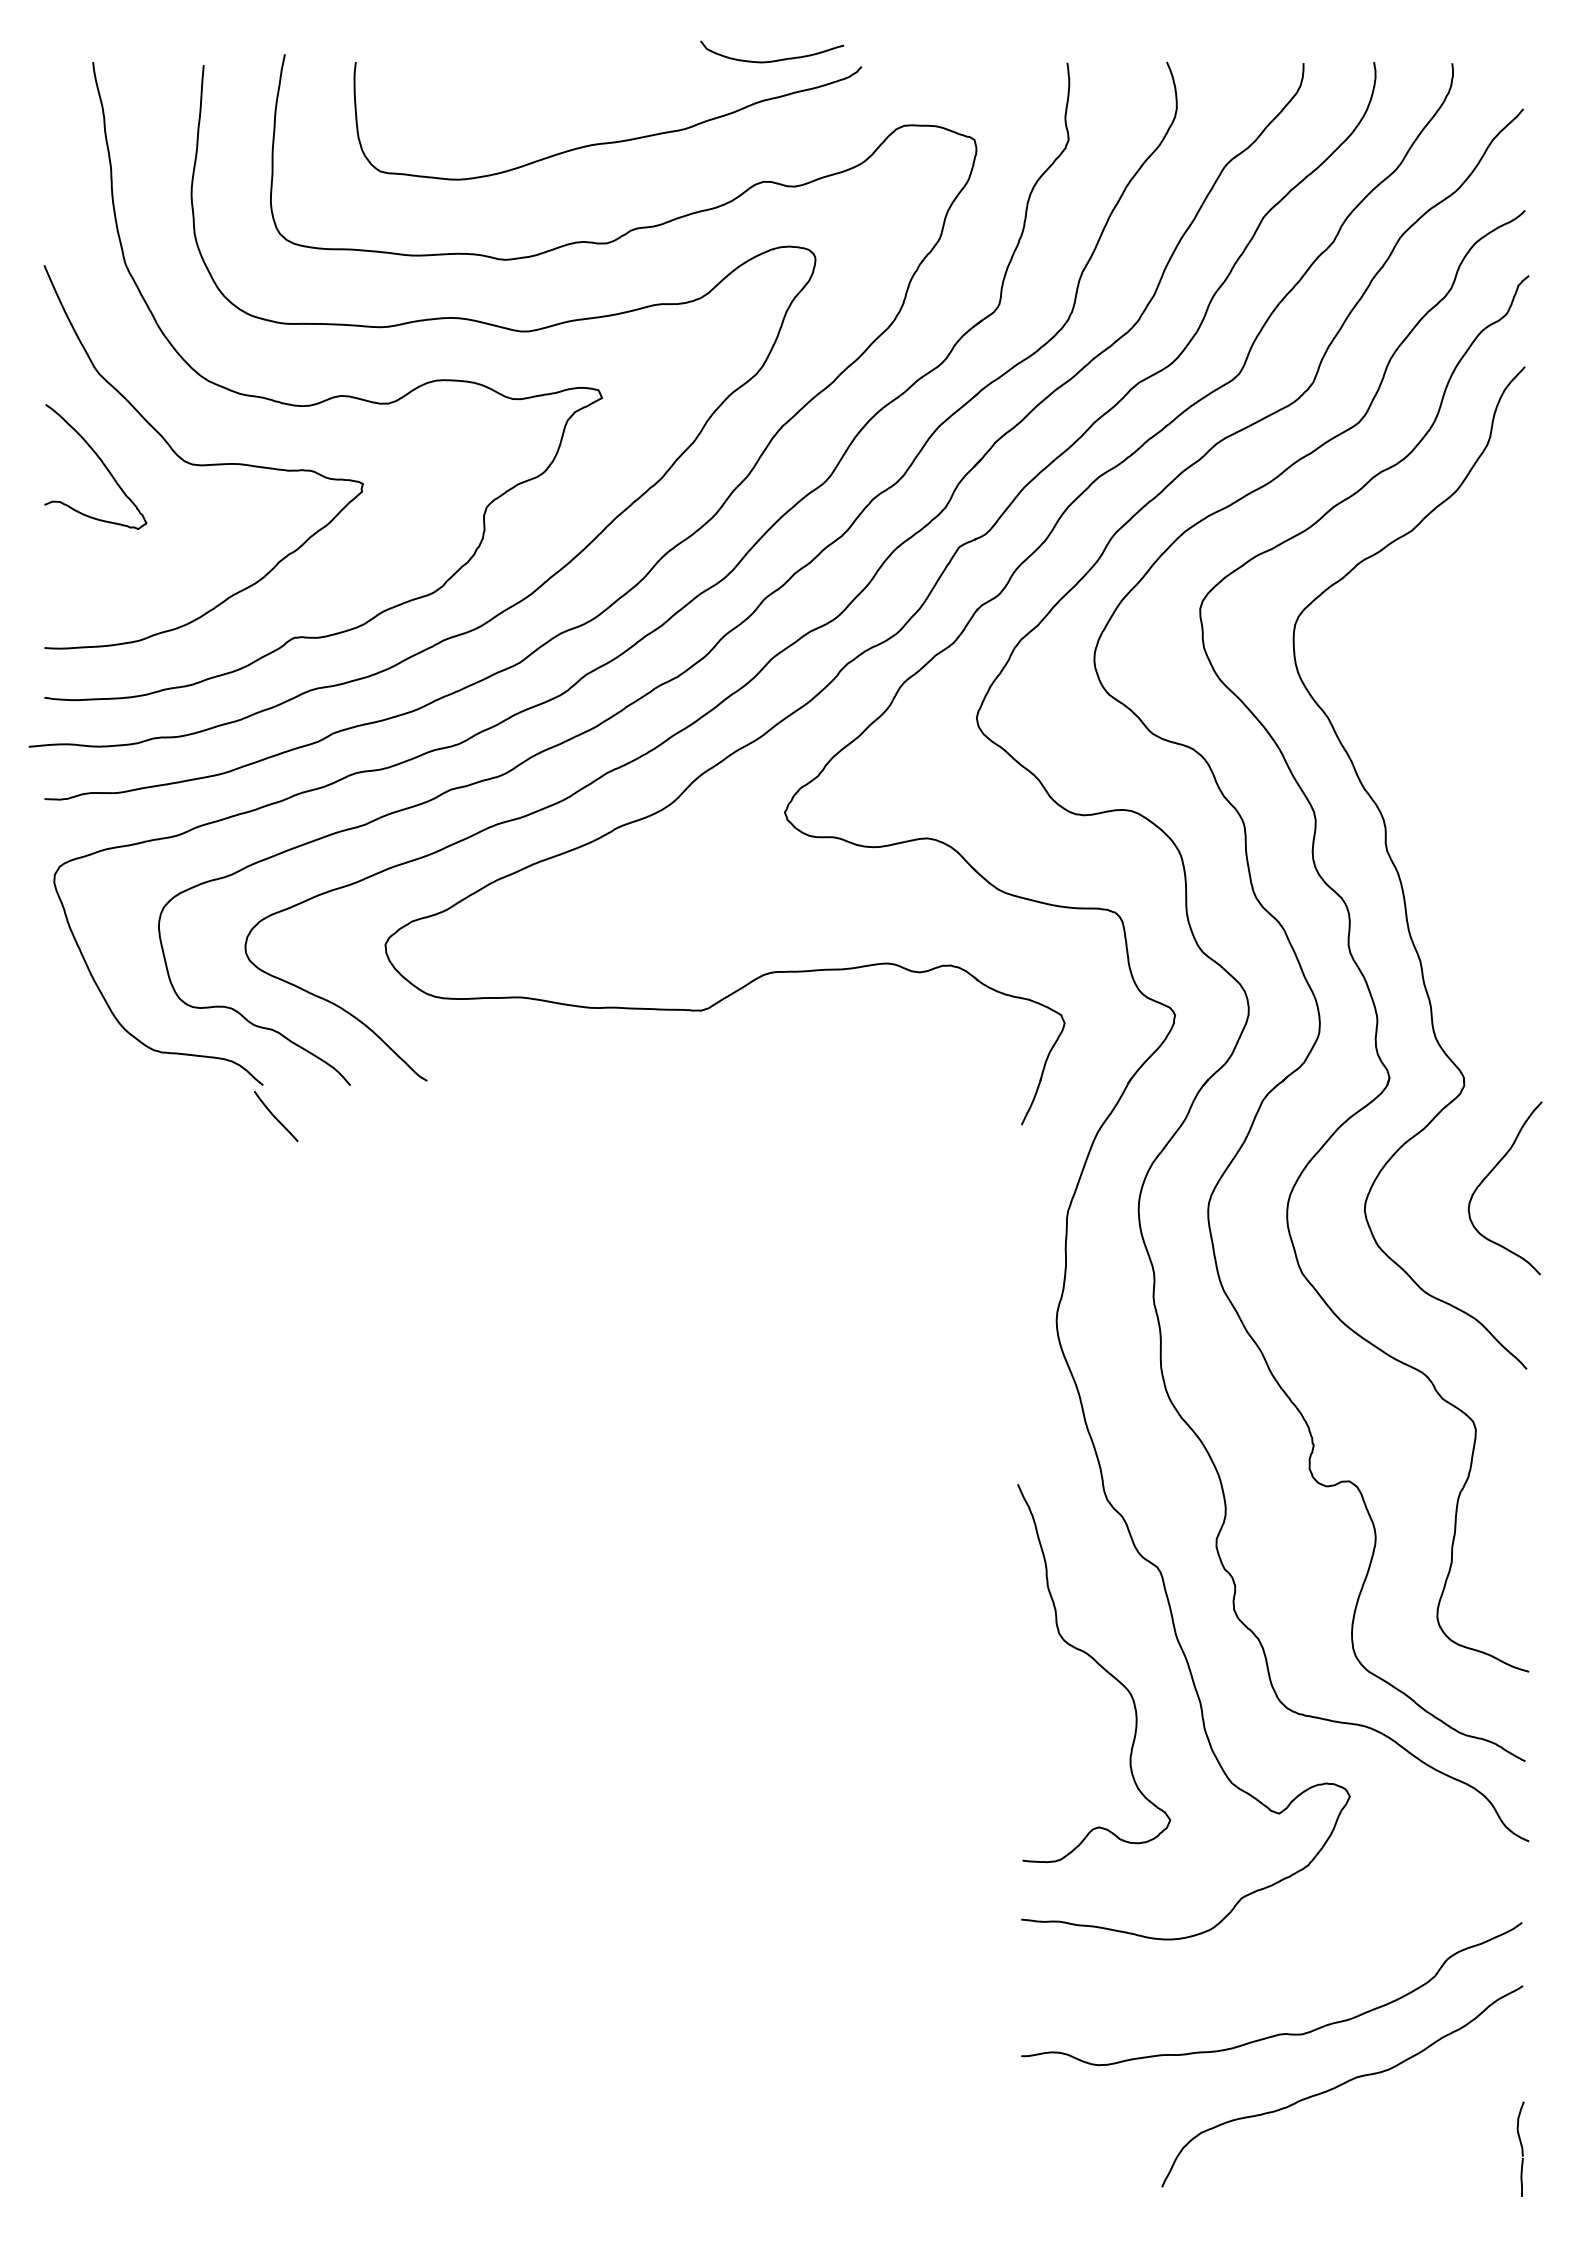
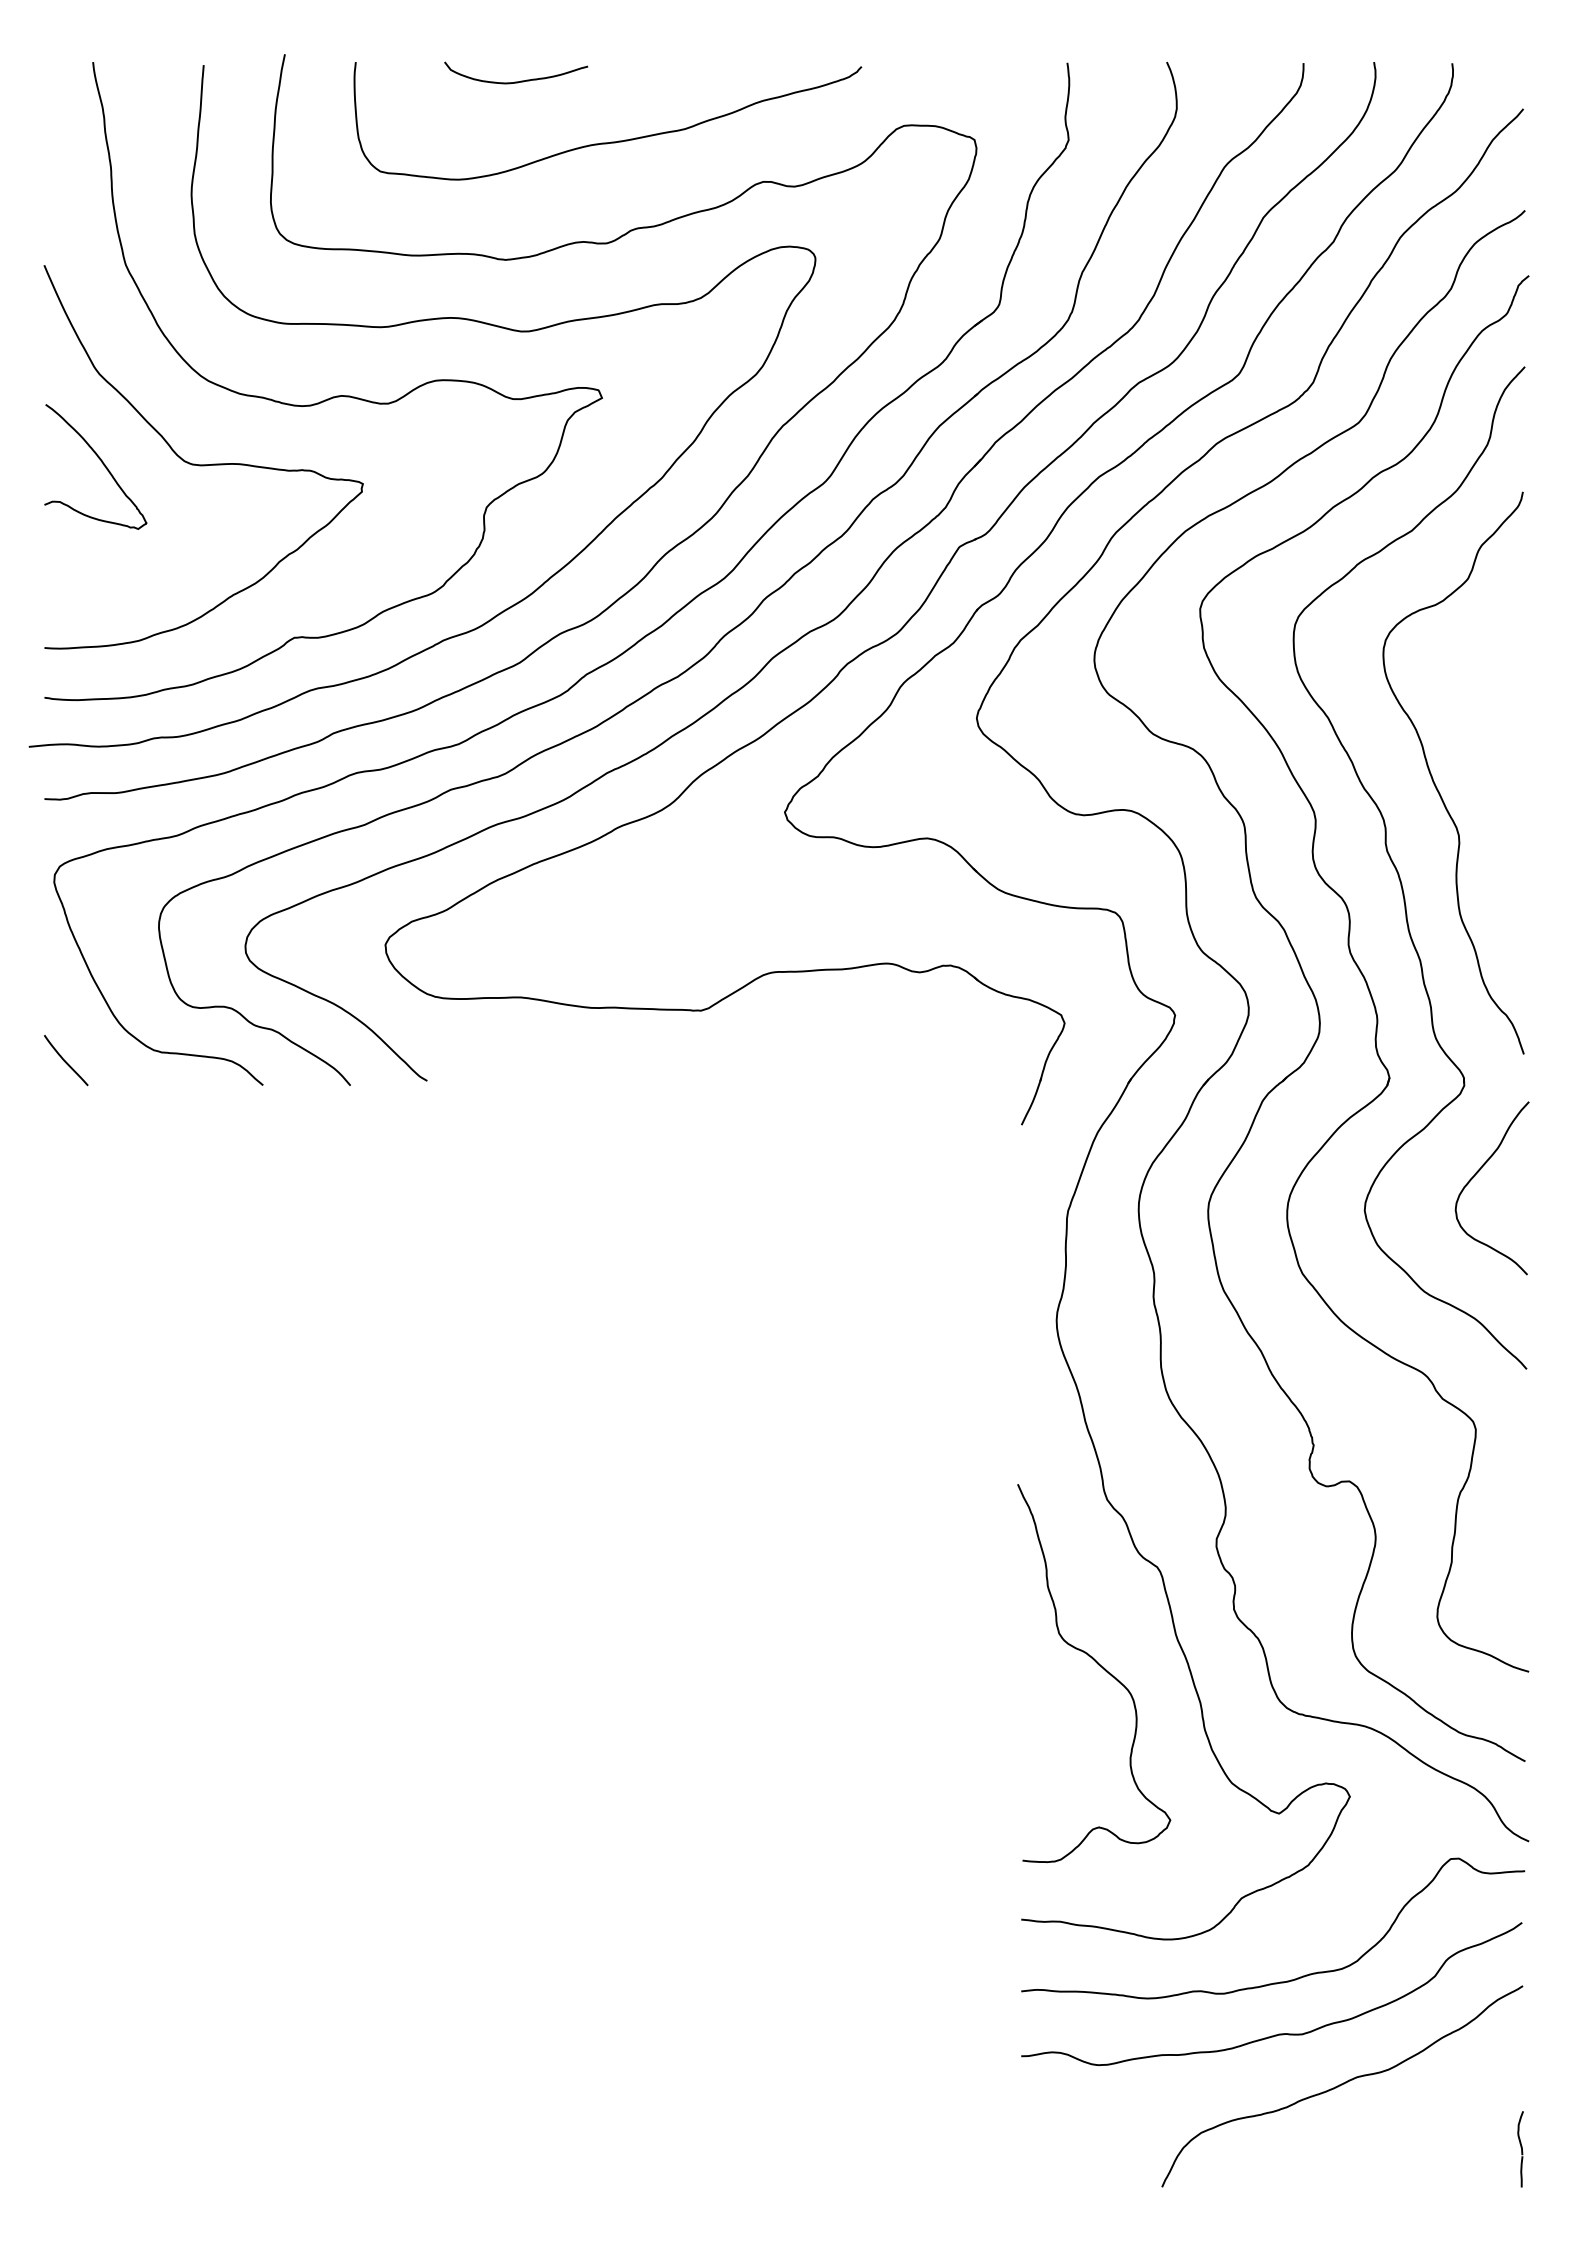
curve at (772, 60) position: (772, 60) -> (516, 81)
curve at (1433, 778): none -> present
curve at (275, 1116) position: (275, 1116) -> (65, 1060)
curve at (1487, 1177) position: (1487, 1177) -> (1474, 1177)
curve at (1280, 1981): none -> present
part at (1520, 2148) size: 9x96 px -> 7x77 px
